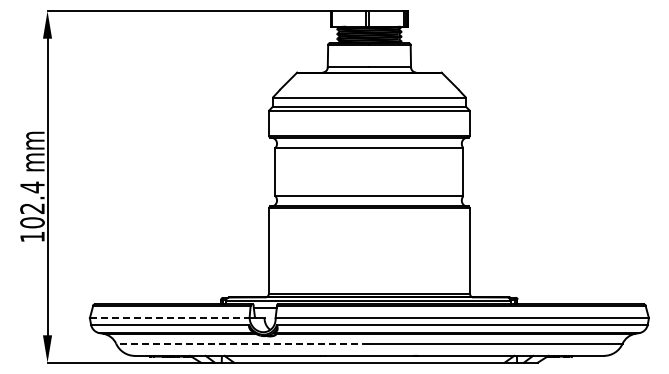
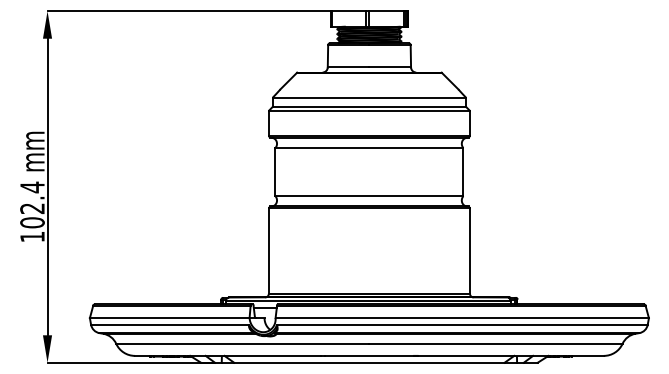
line at (169, 318): dashed -> solid
line at (242, 343): dashed -> solid
